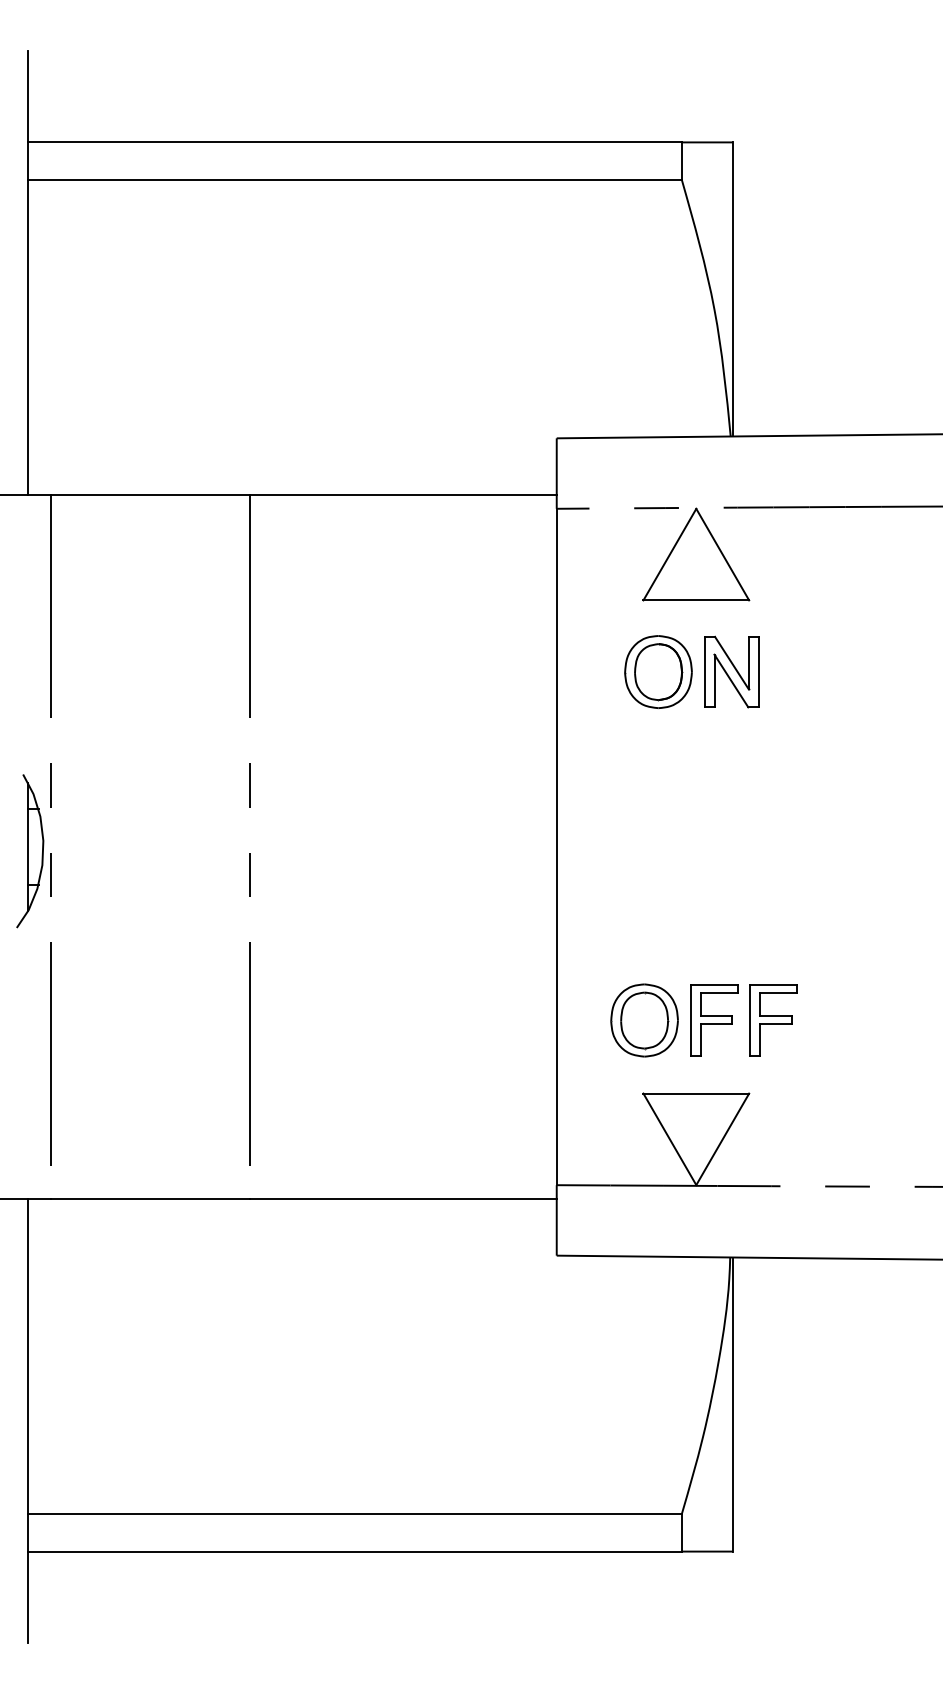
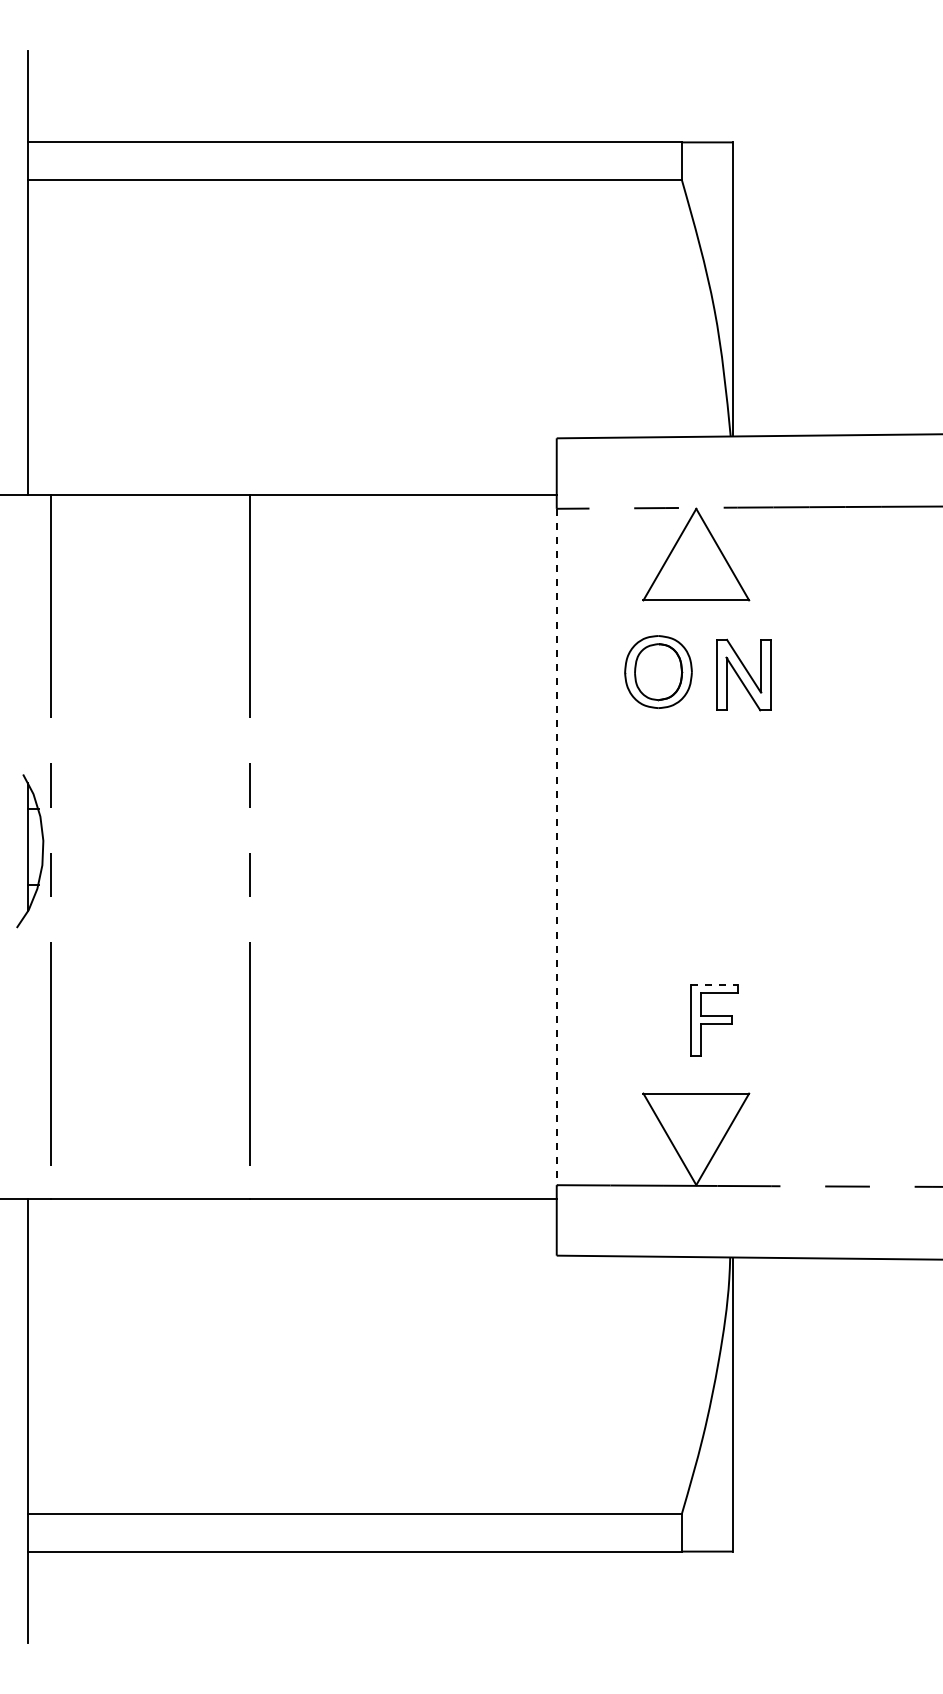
part at (731, 671) position: (731, 671) -> (743, 674)
line at (556, 847): solid -> dashed
line at (714, 985): solid -> dashed
part at (644, 1020): present -> none
part at (773, 1020): present -> none
